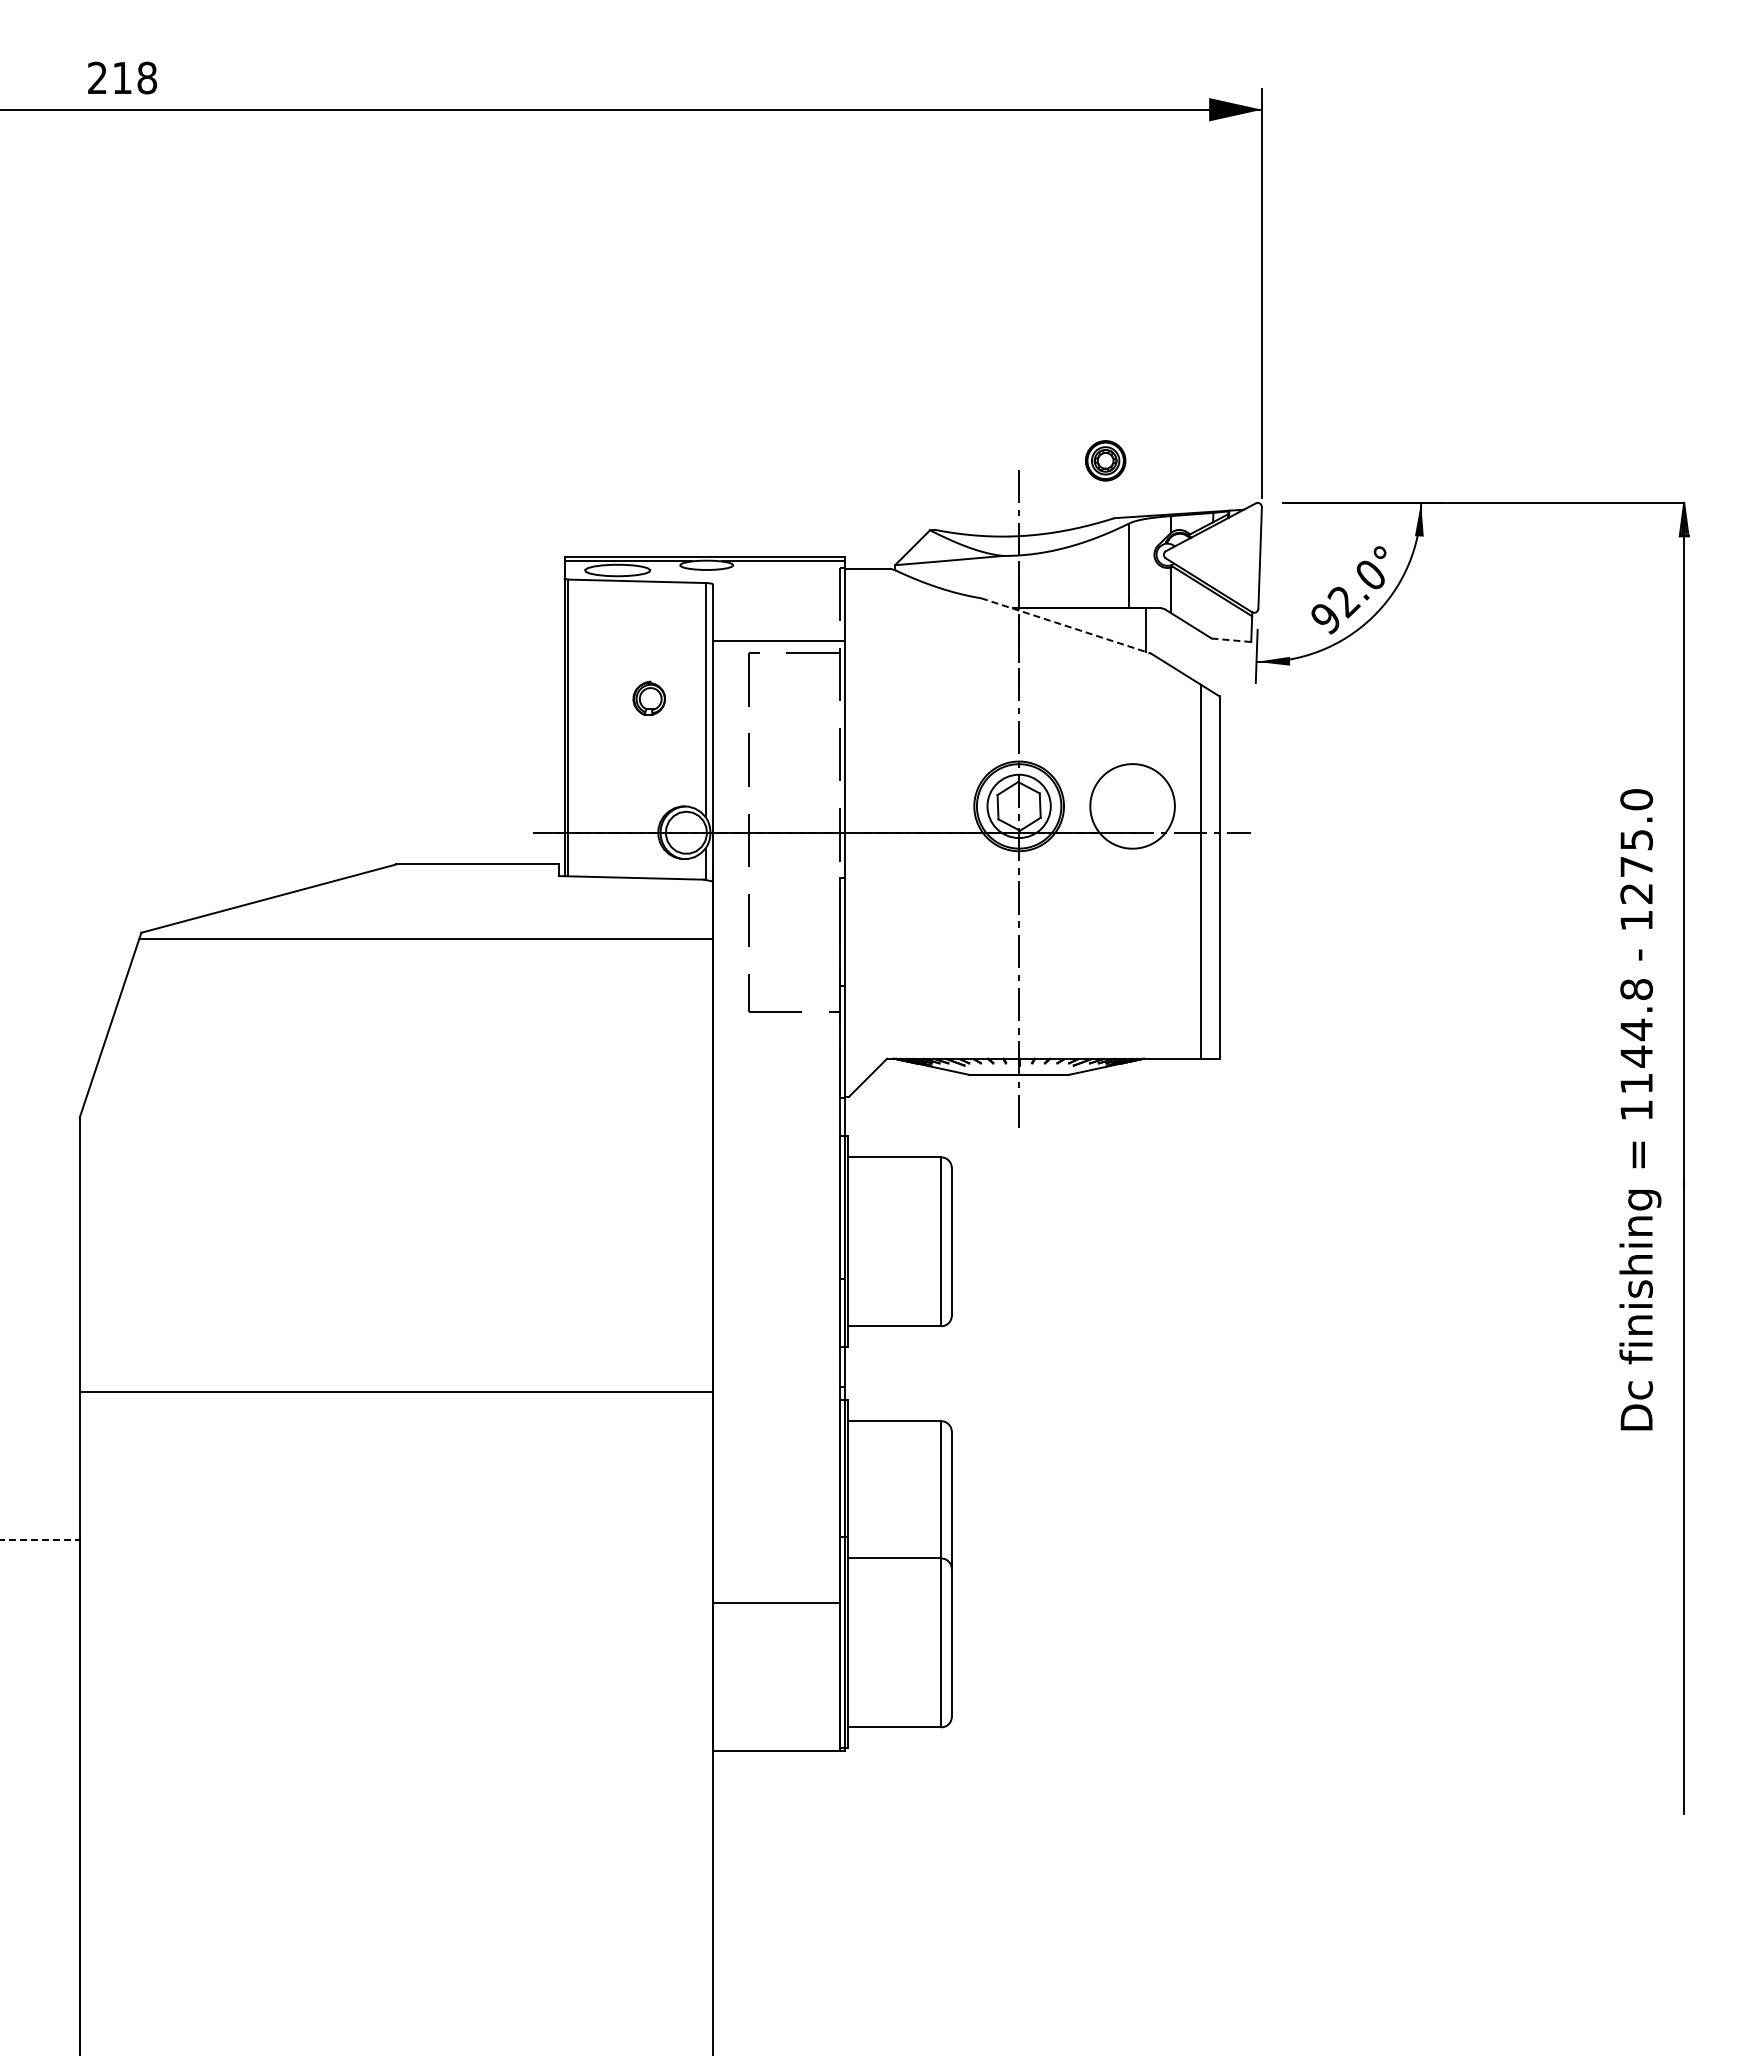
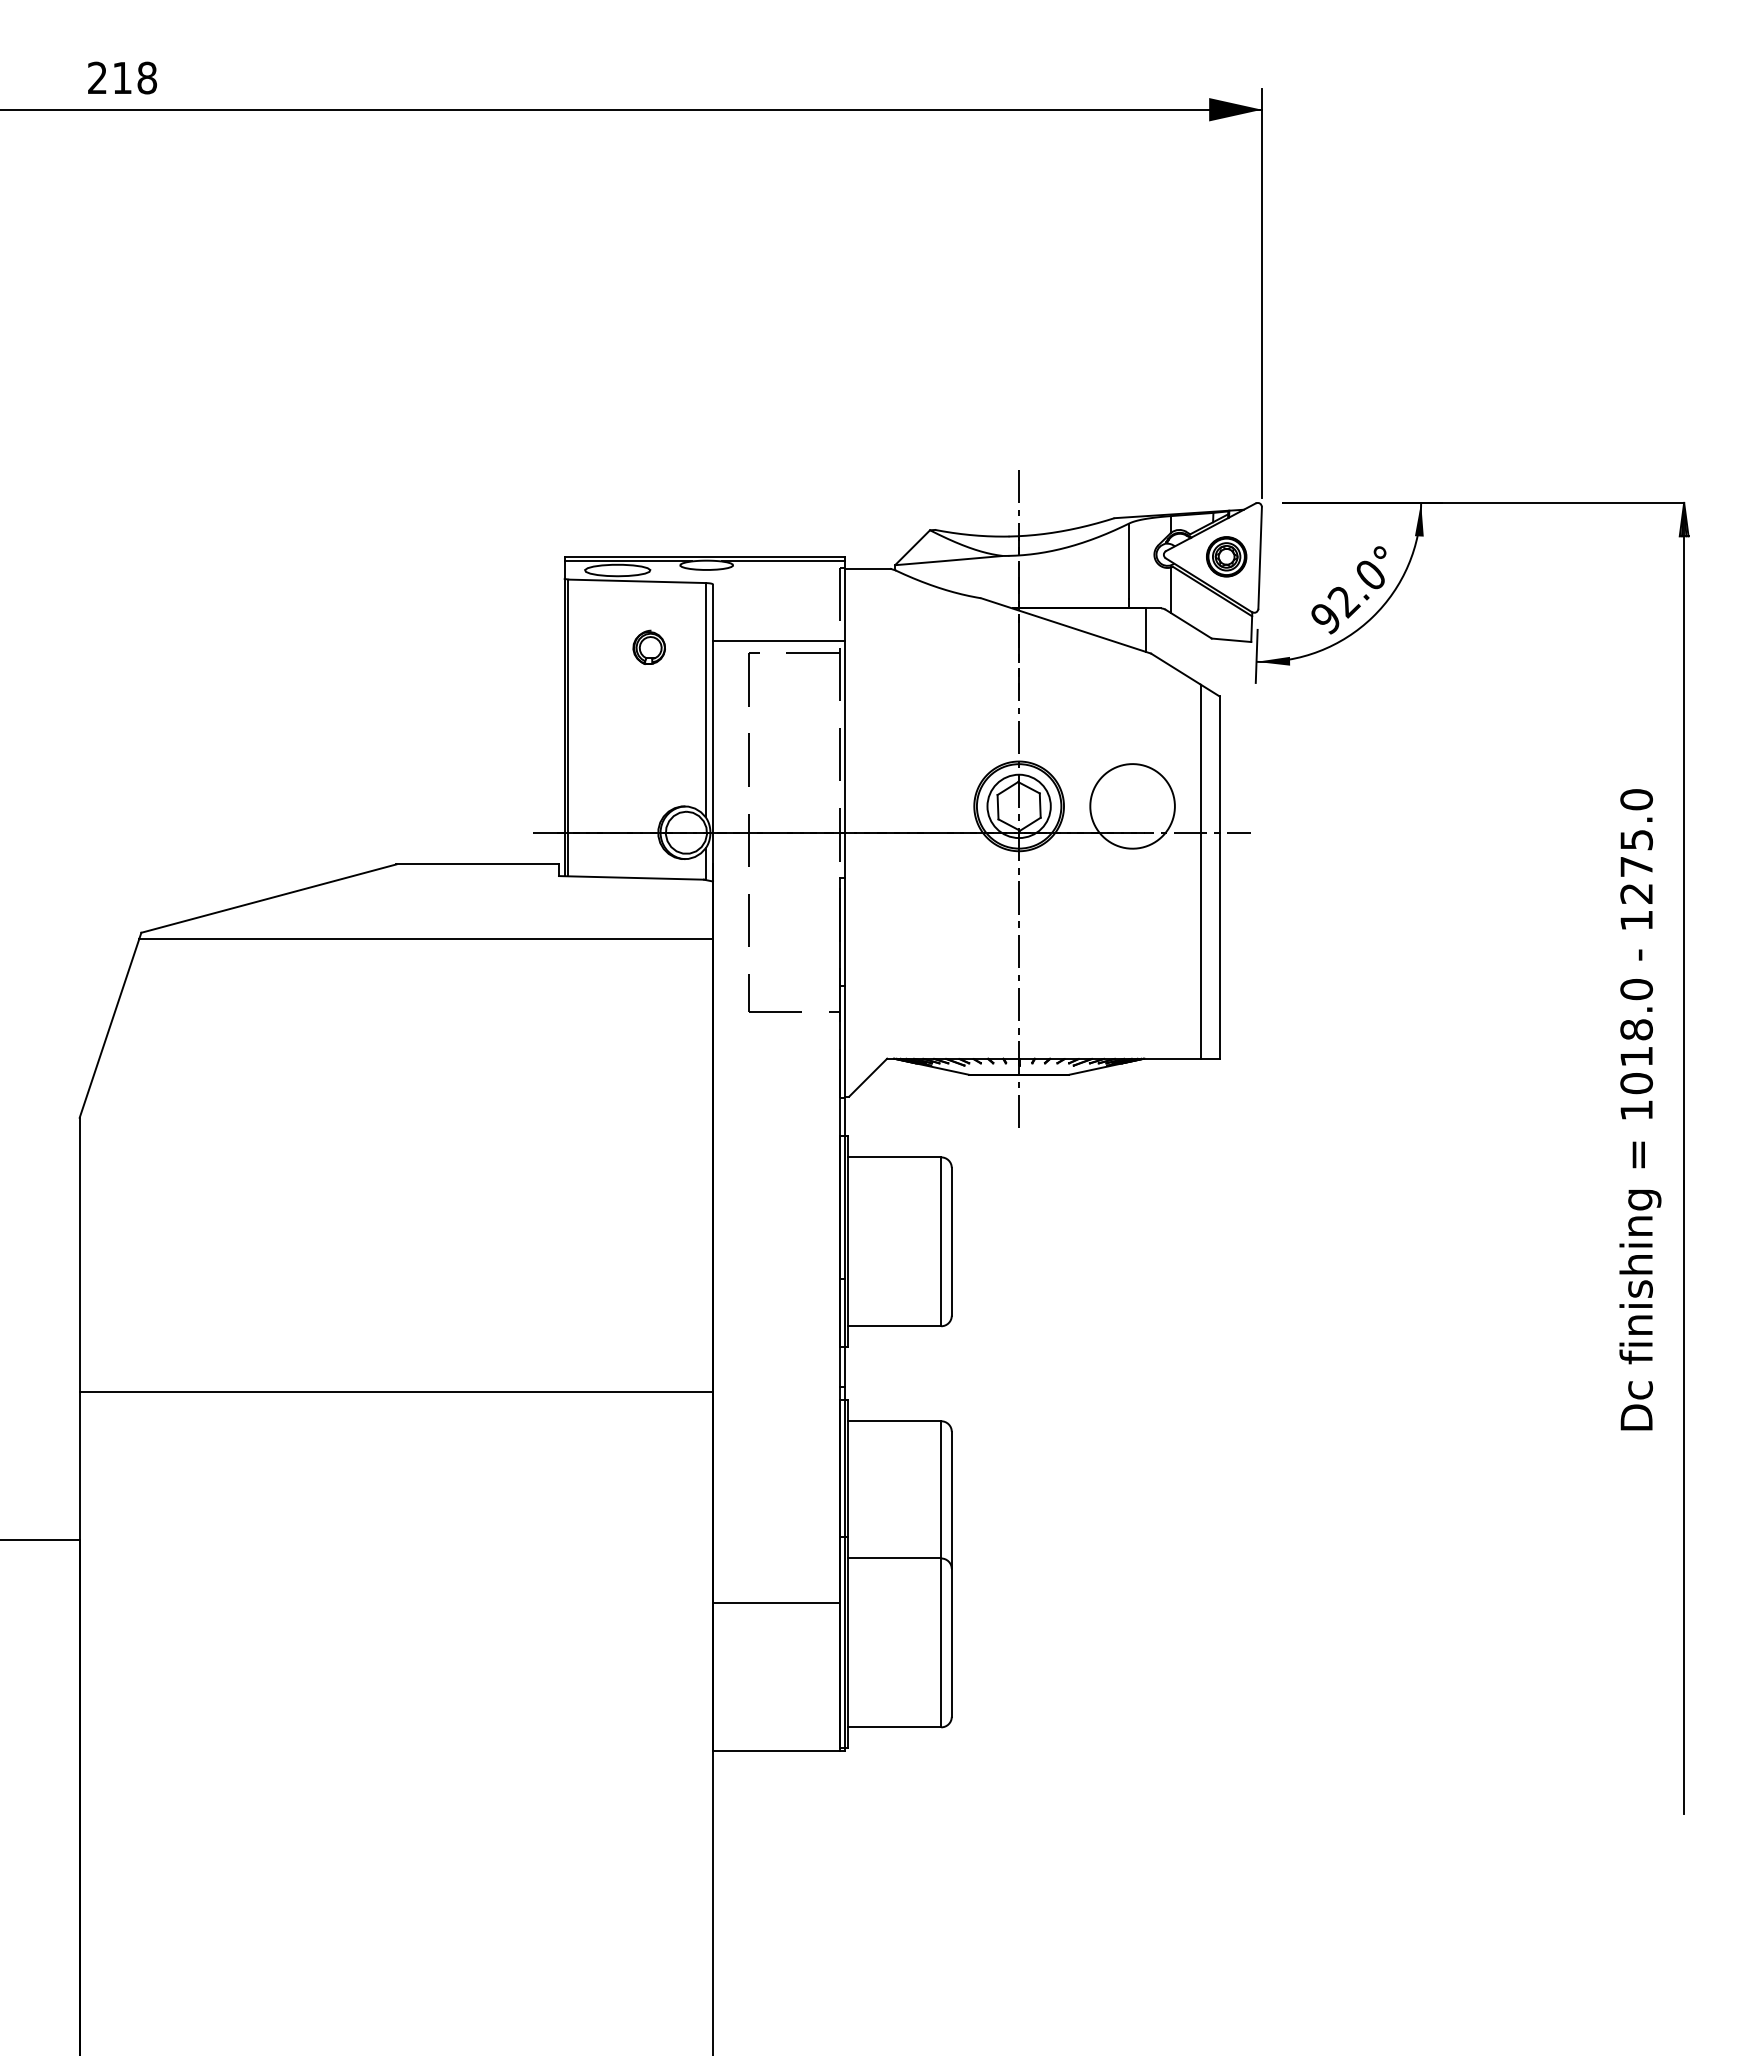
part at (1105, 460) position: (1105, 460) -> (1226, 556)
line at (1066, 626): dashed -> solid
line at (1231, 640): dashed -> solid
part at (648, 697) position: (648, 697) -> (648, 646)
text at (1636, 1036): 1144.8 -> 1018.0
line at (39, 1540): dashed -> solid
